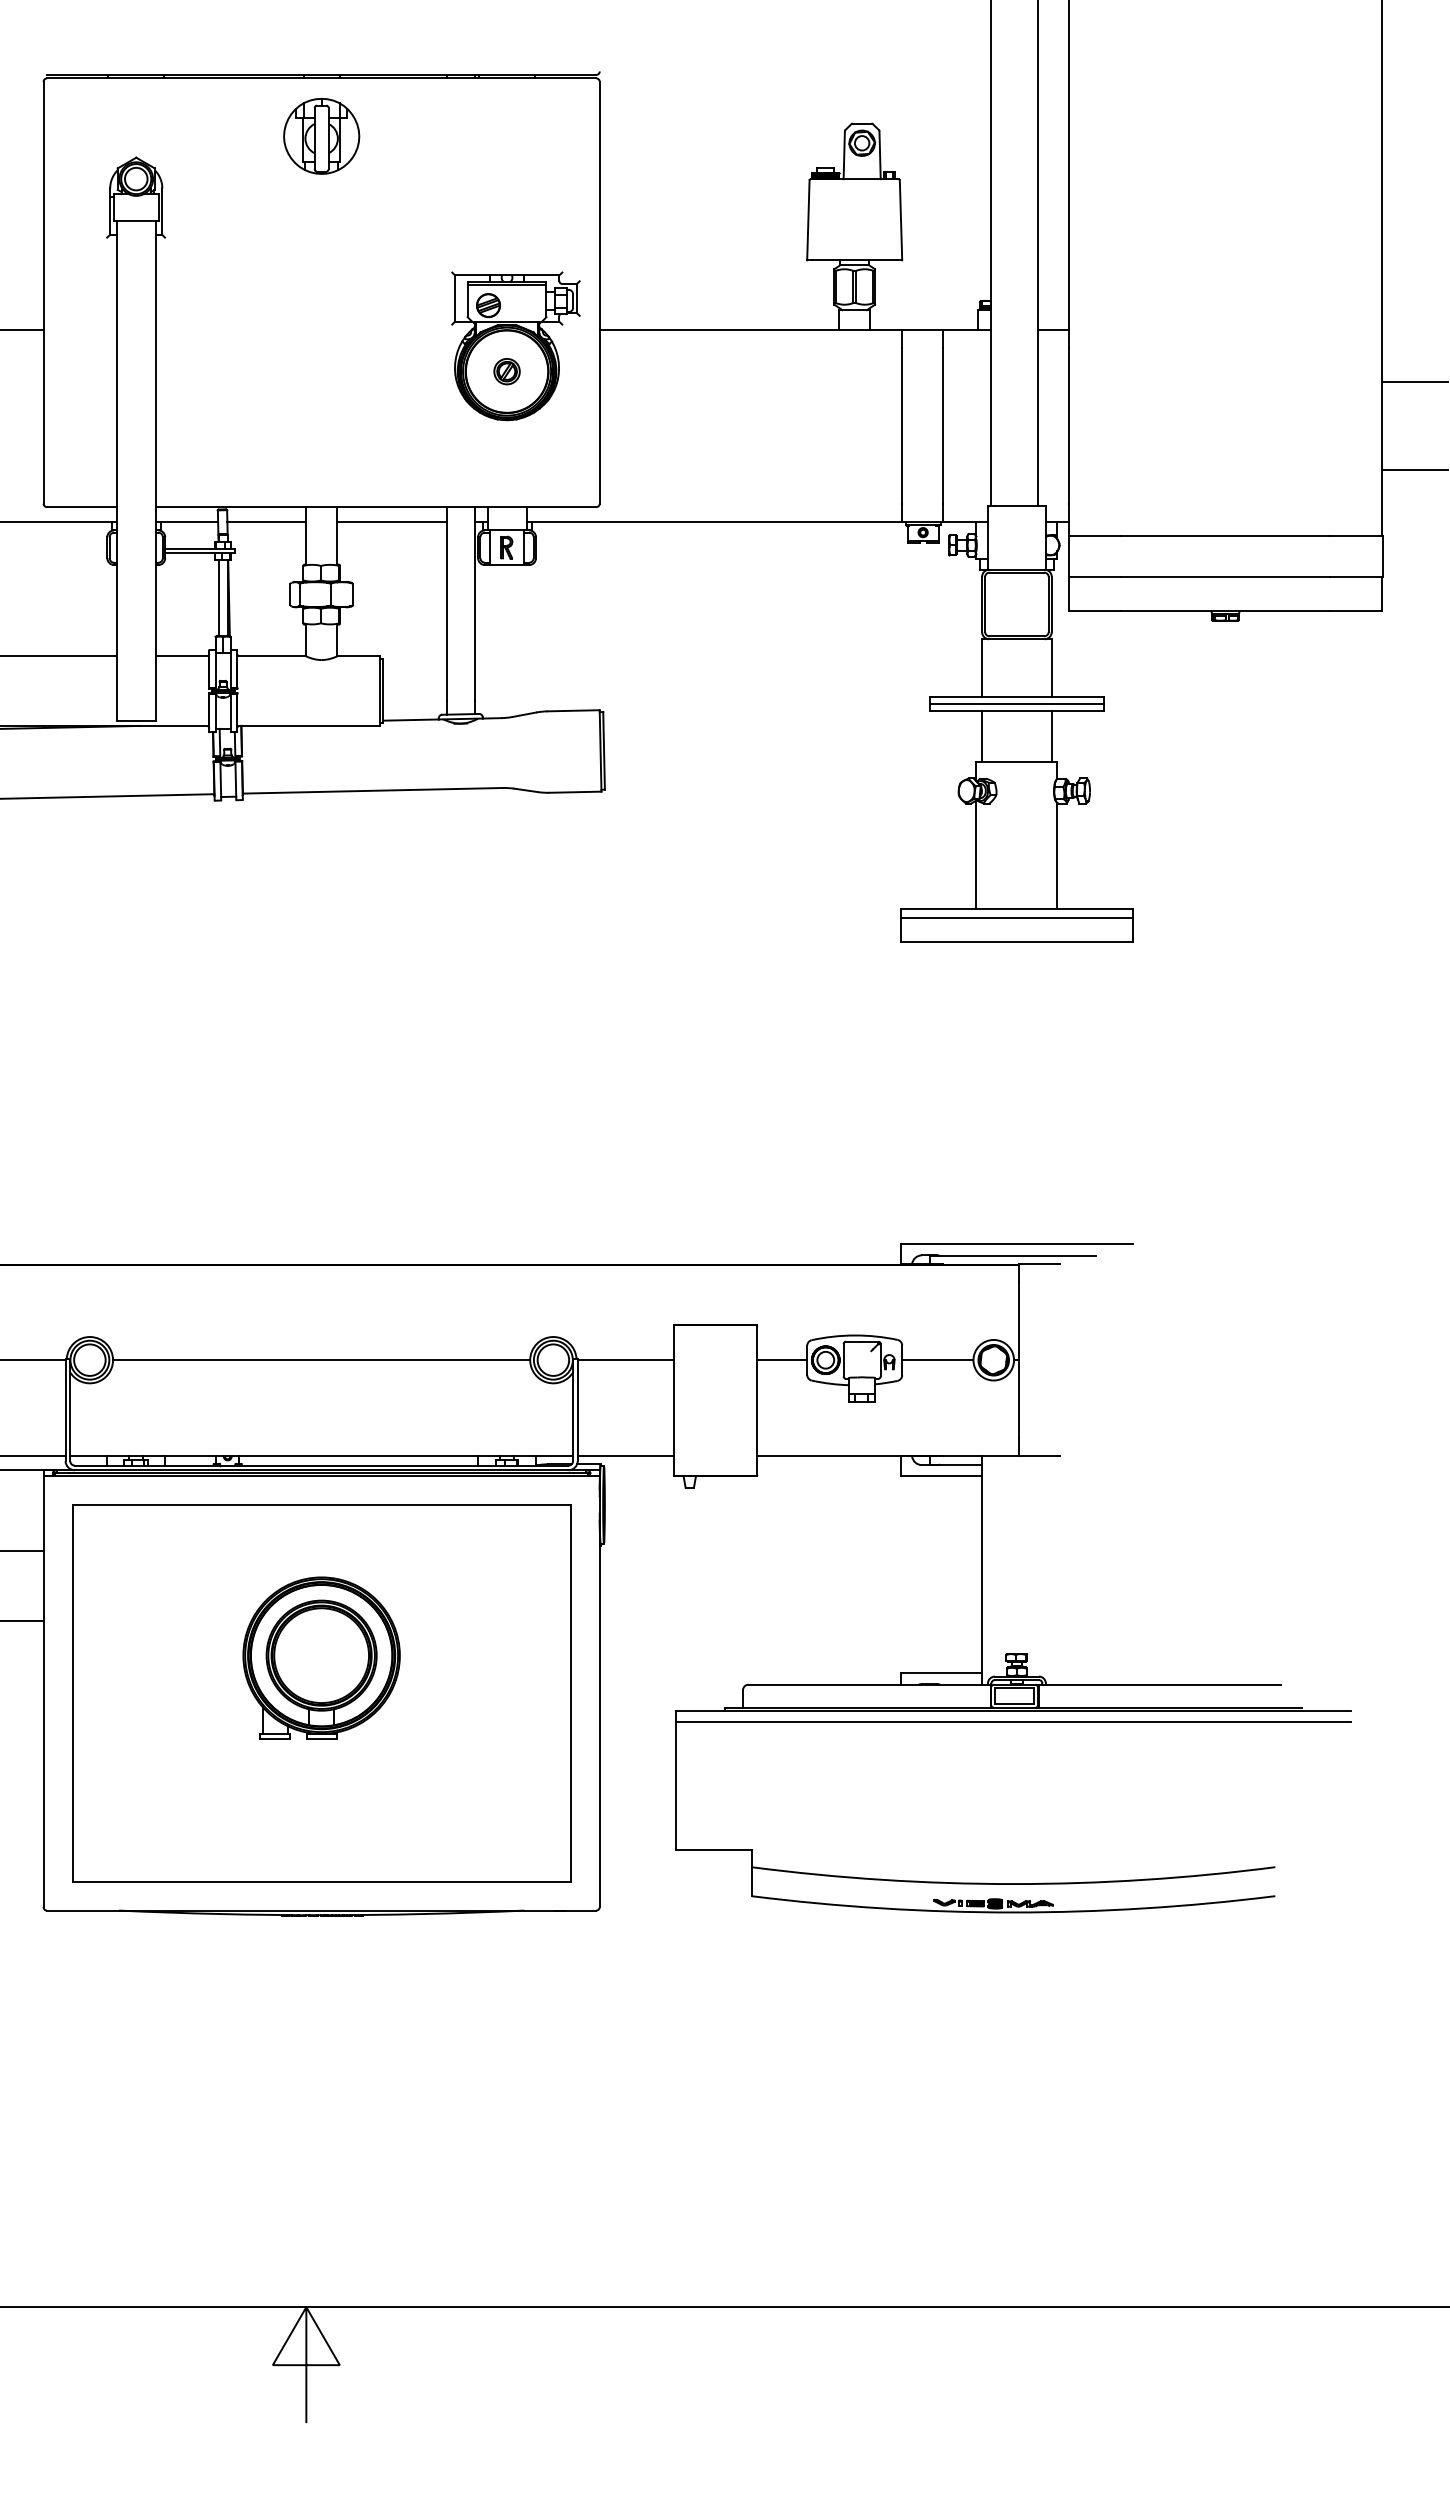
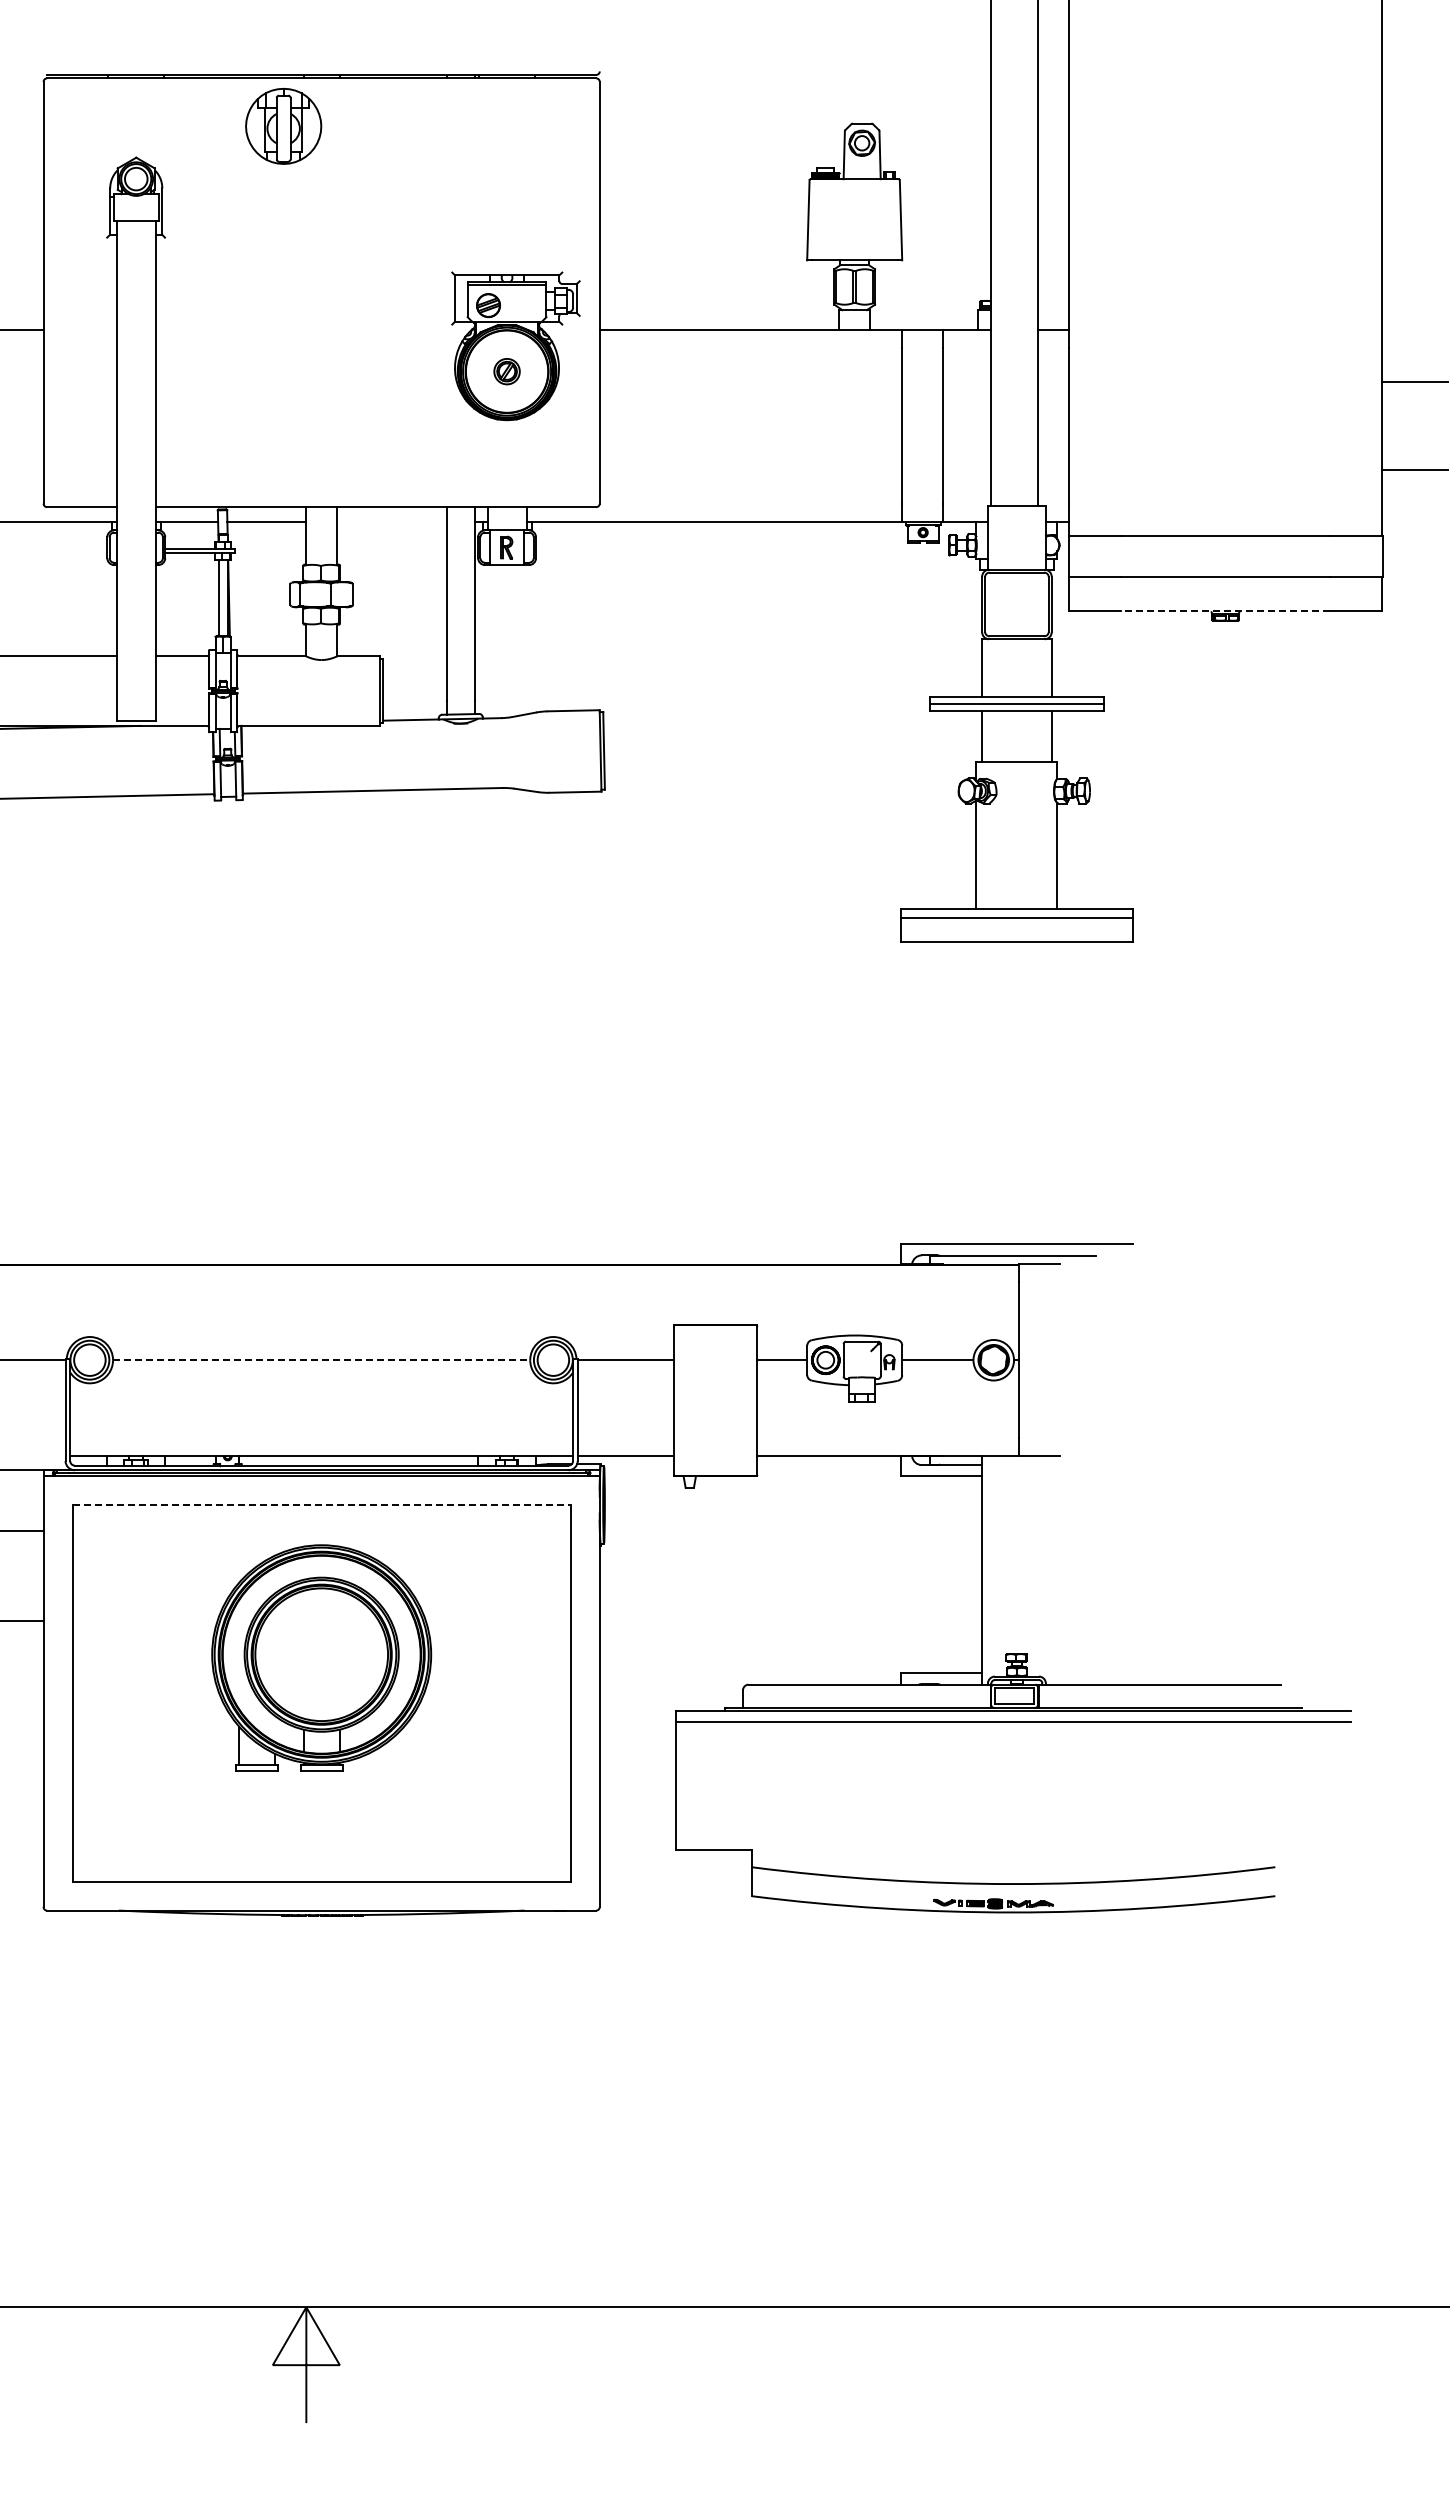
part at (321, 135) position: (321, 135) -> (283, 125)
line at (391, 521): present -> none
line at (1225, 611): solid -> dashed
line at (321, 1360): solid -> dashed
line at (33, 1455): present -> none
line at (322, 1505): solid -> dashed
line at (22, 1551) position: (22, 1551) -> (22, 1531)
part at (321, 1657) size: 159x164 px -> 222x228 px
